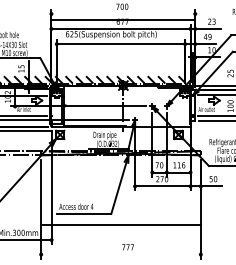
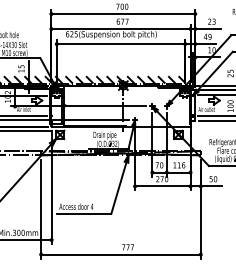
line at (123, 20) position: (123, 20) -> (123, 14)
line at (120, 224) position: (120, 224) -> (120, 254)
